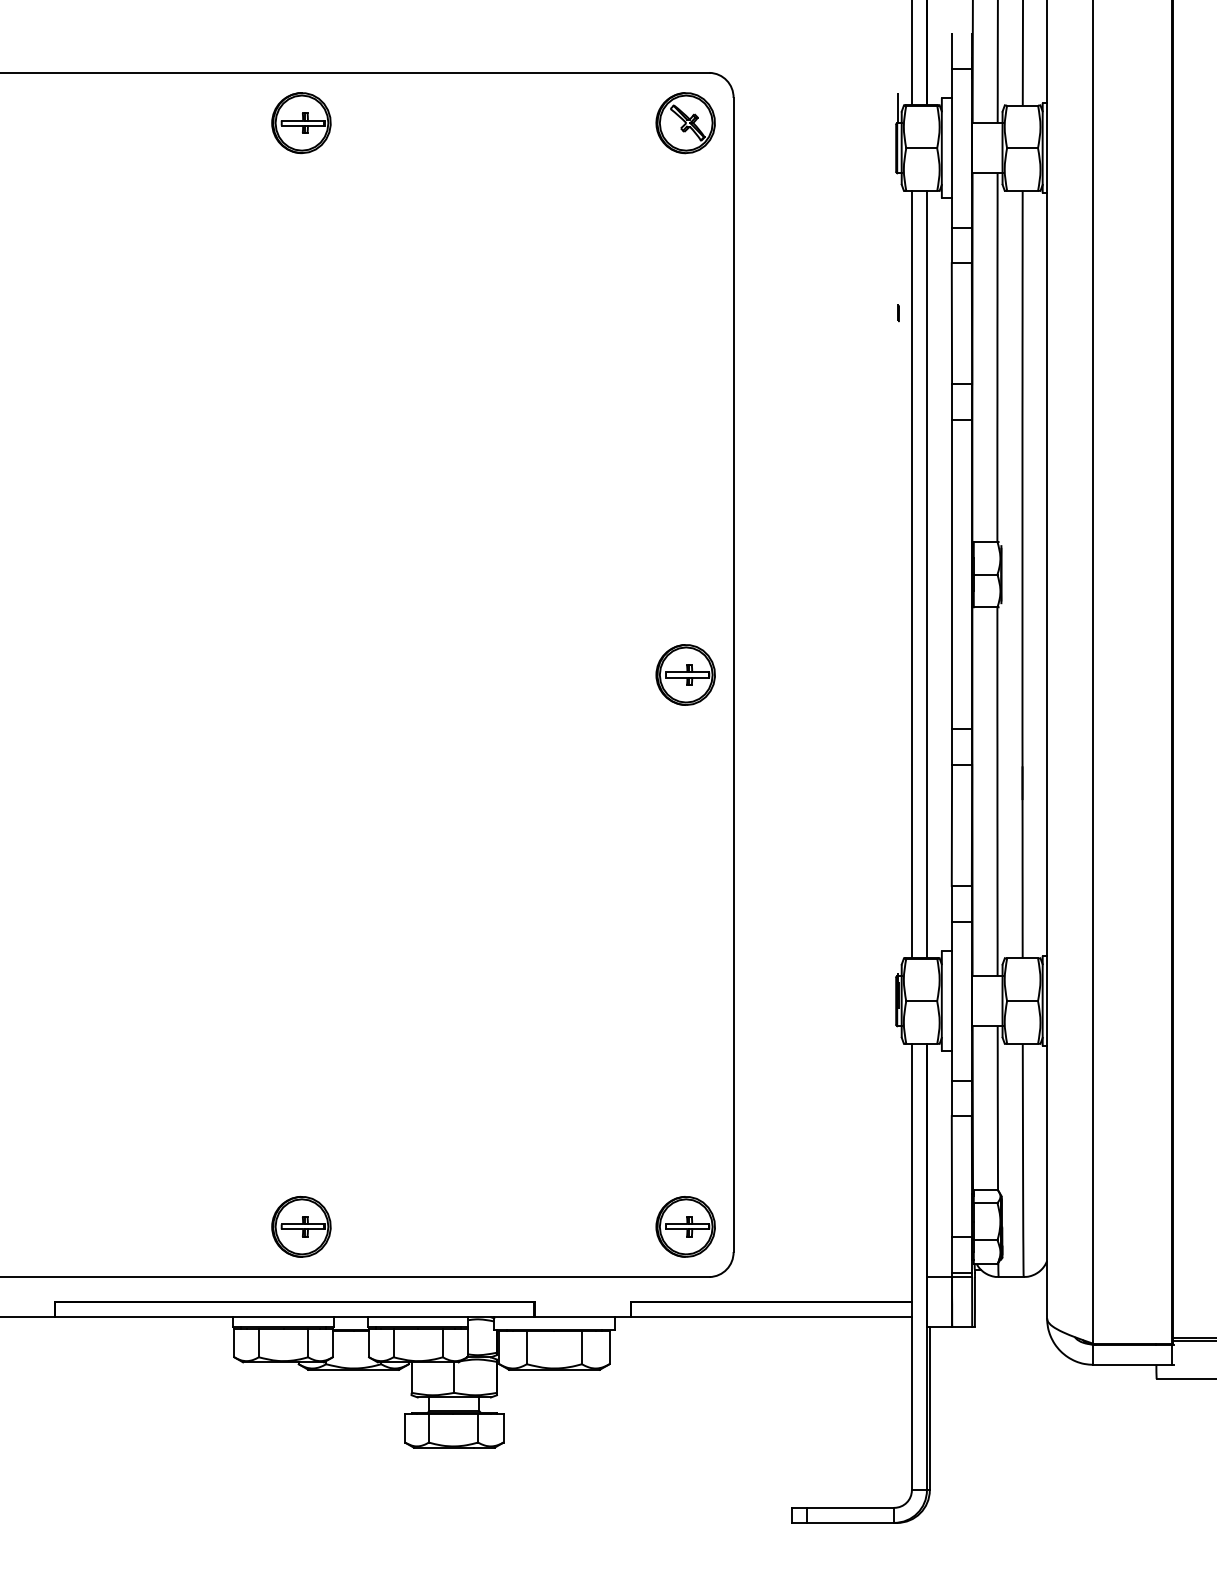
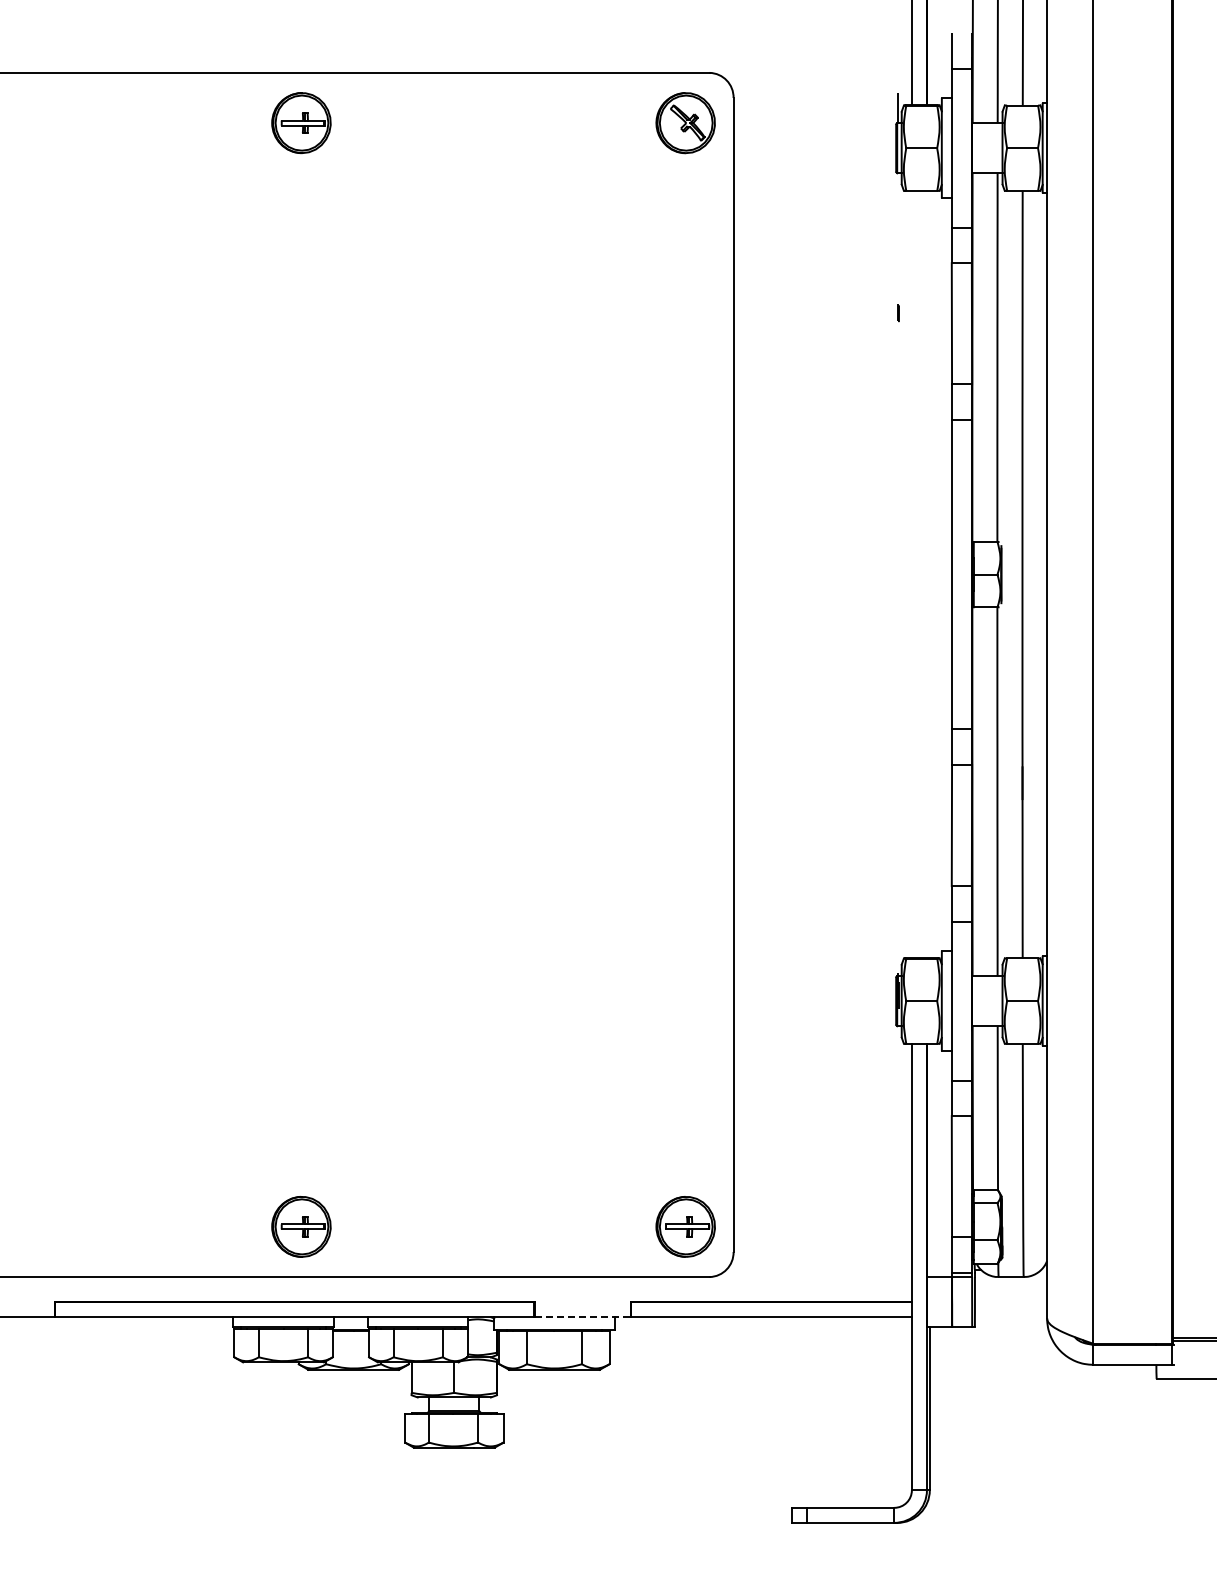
line at (911, 574): present -> none
line at (926, 574): present -> none
part at (685, 674): present -> none
line at (583, 1317): solid -> dashed
